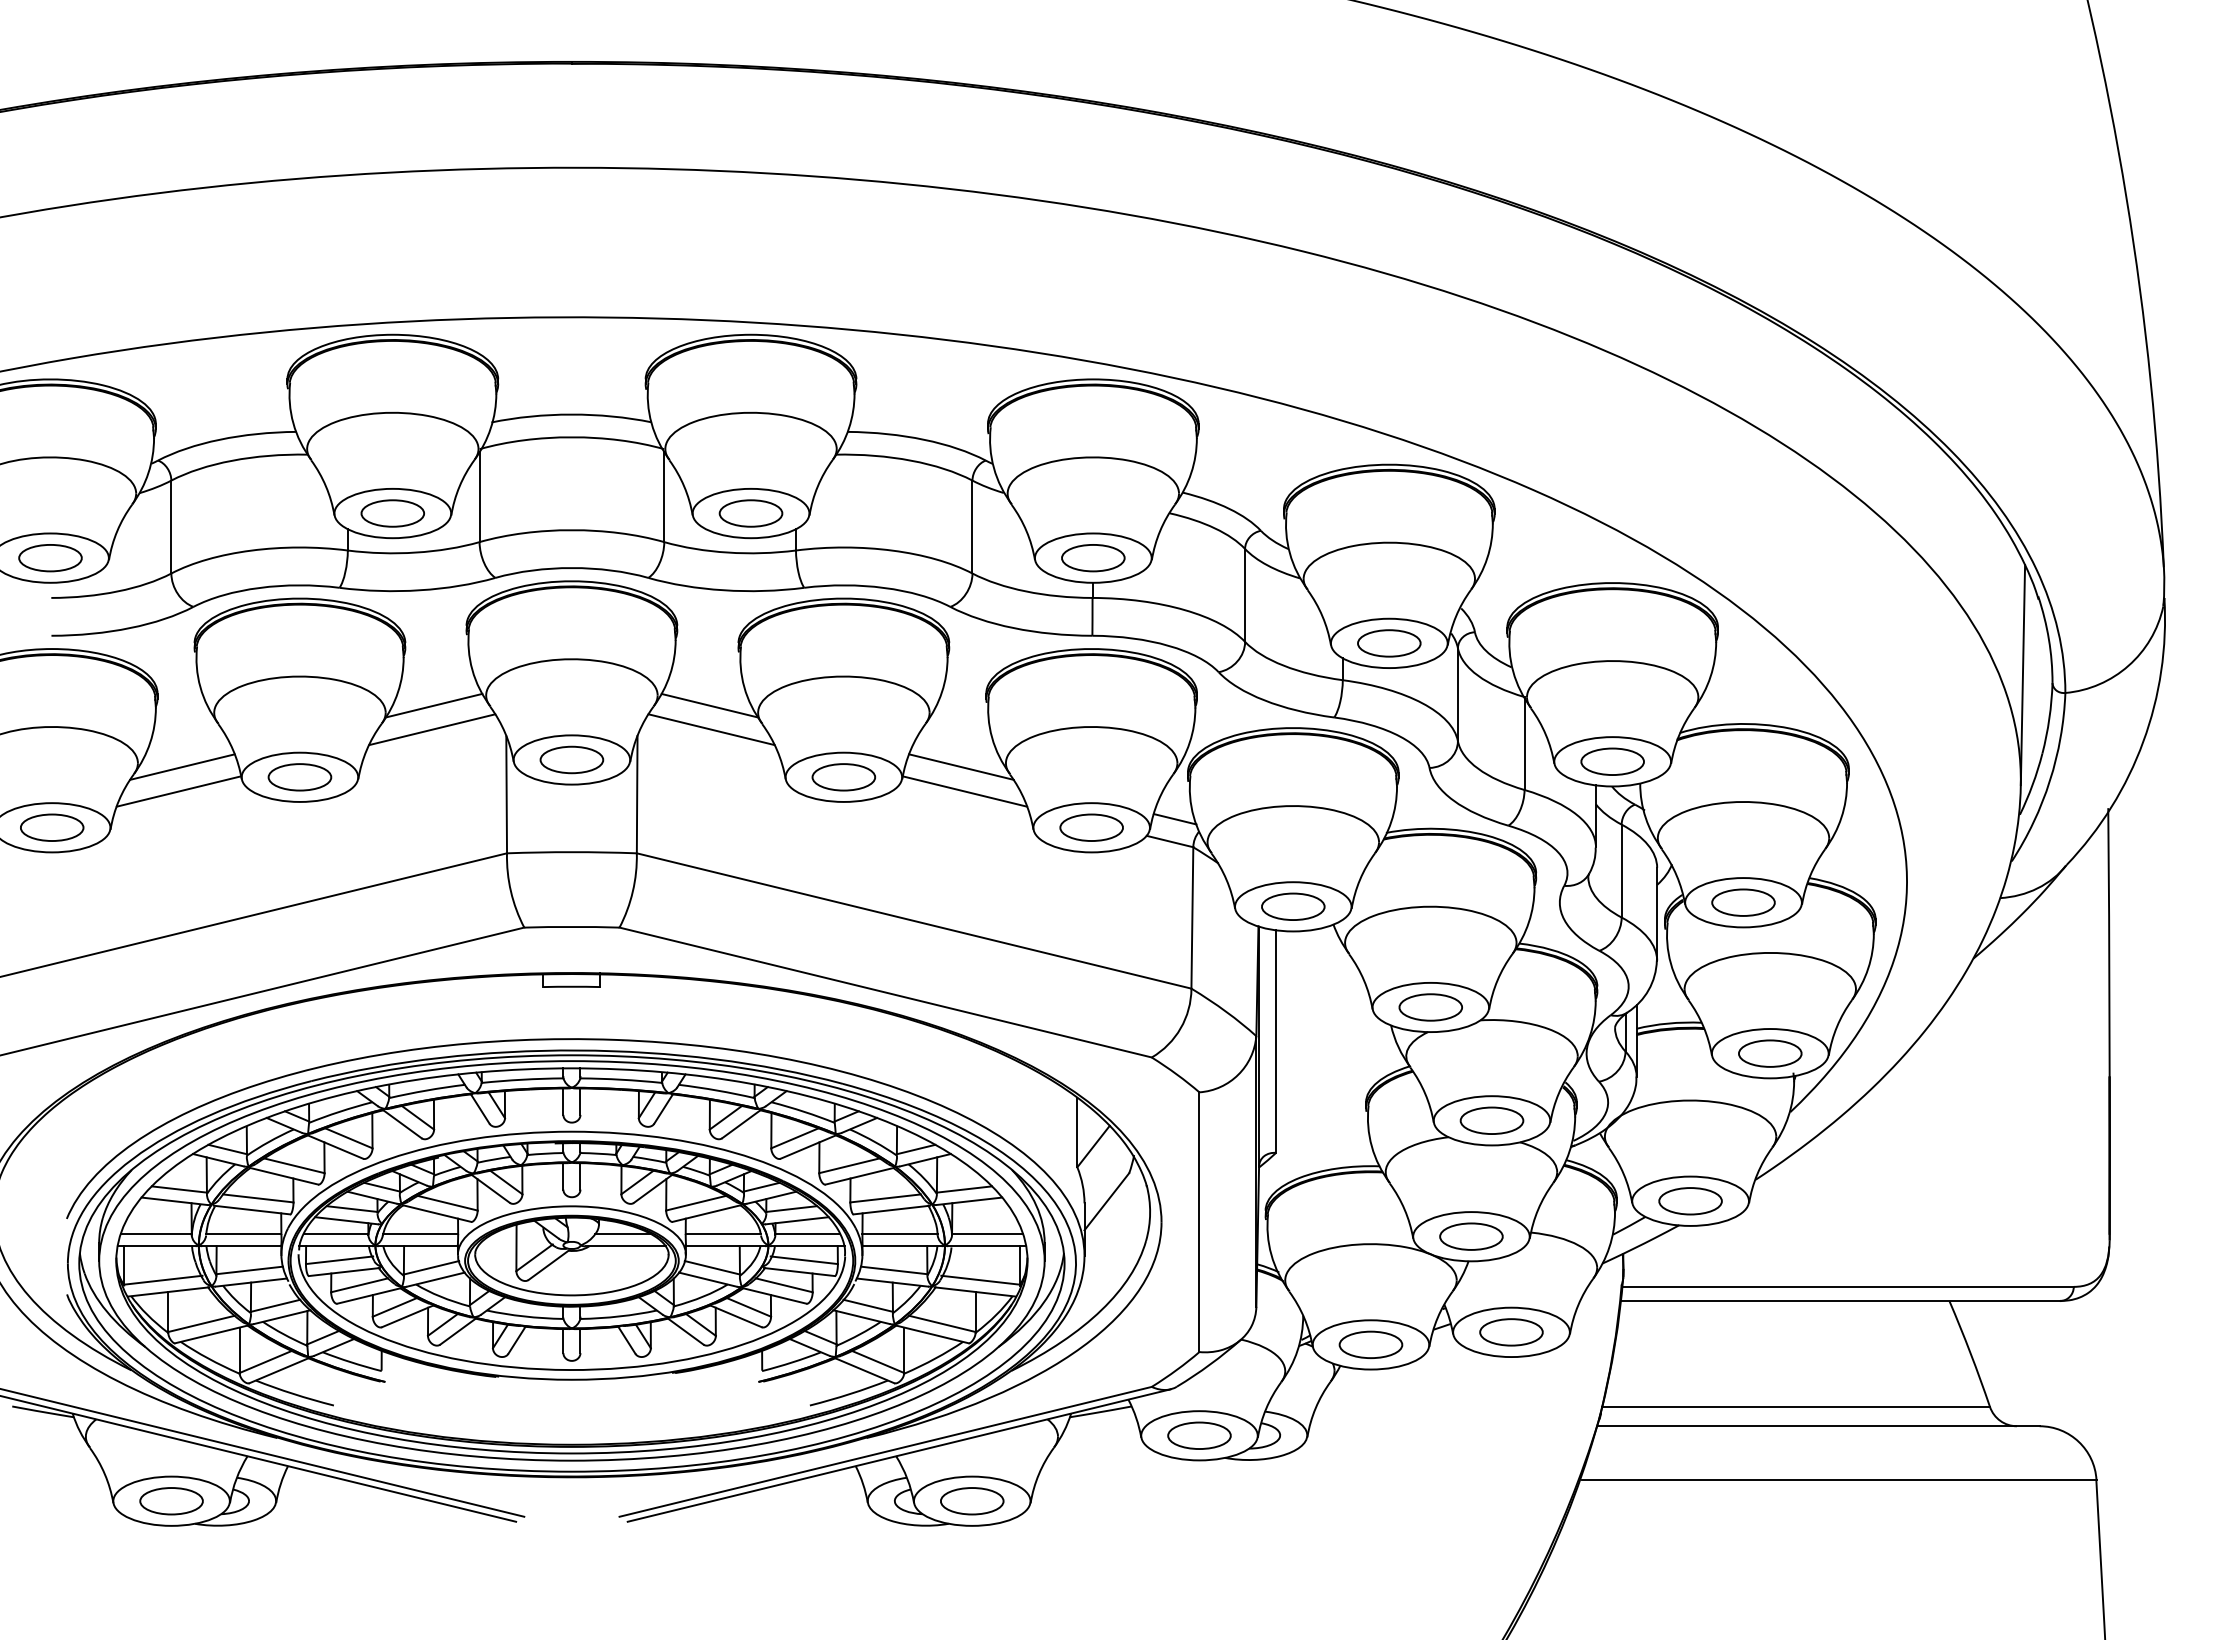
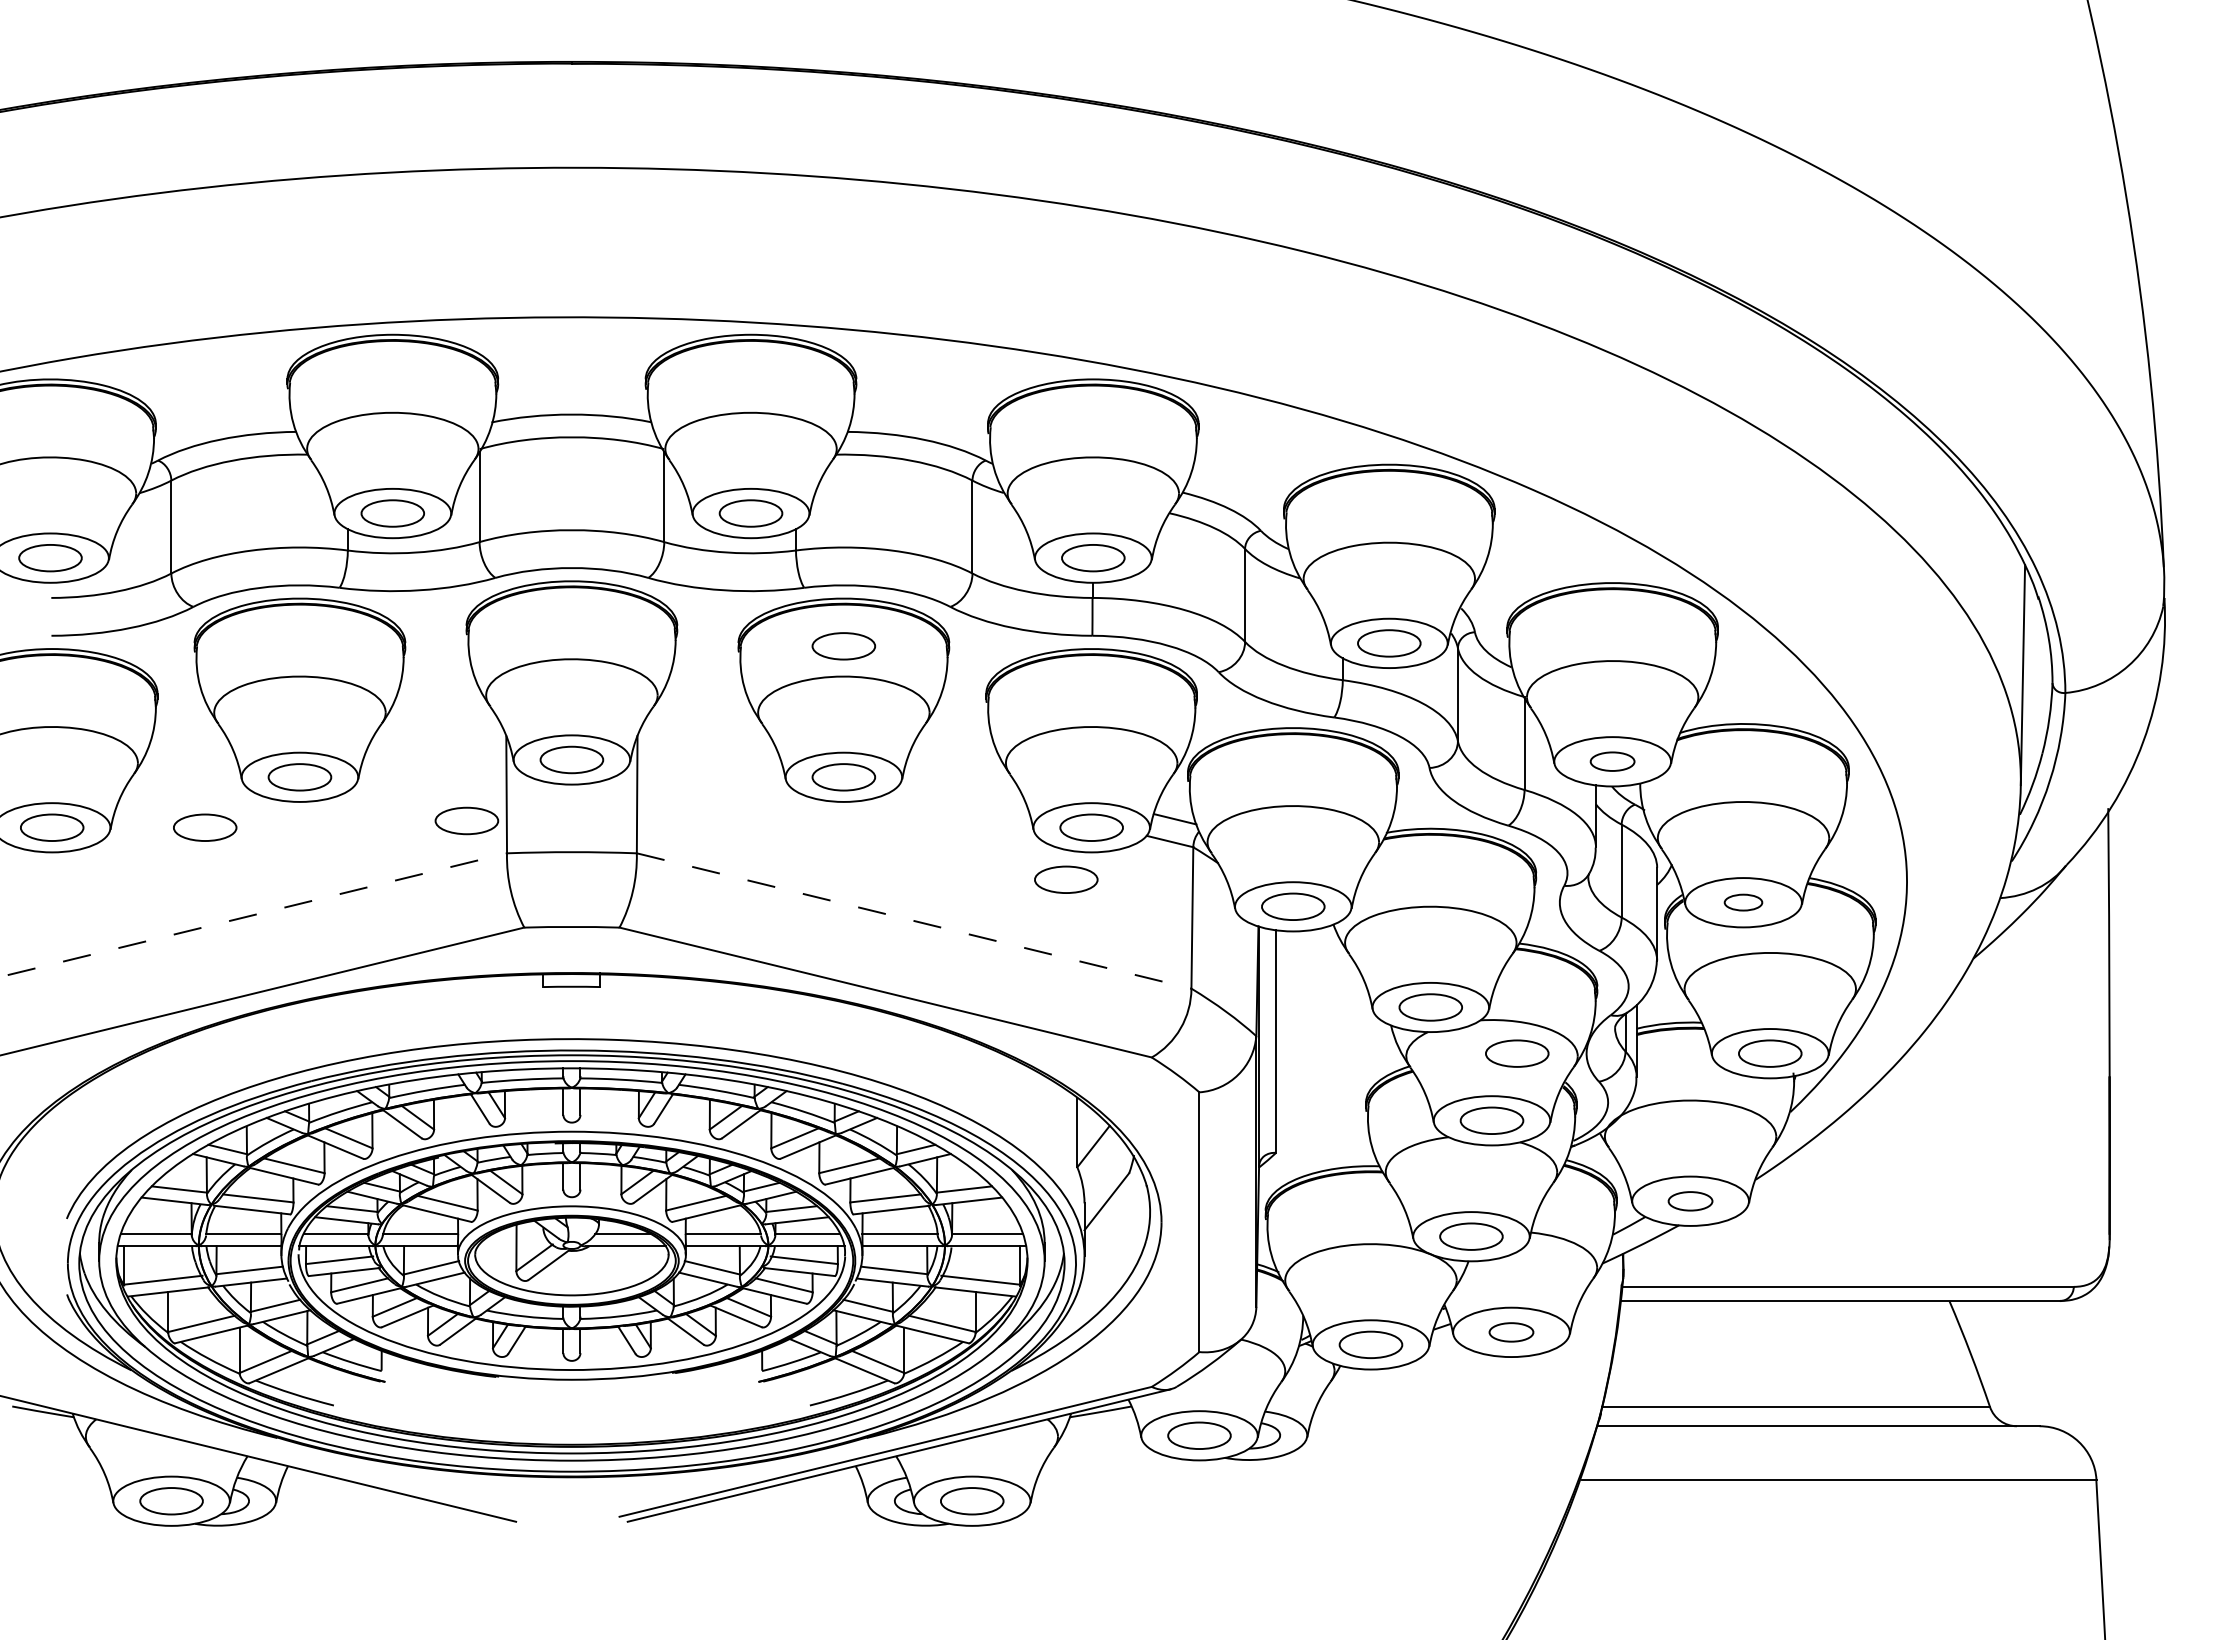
part at (843, 646): none -> present
line at (433, 705): present -> none
line at (709, 705): present -> none
line at (432, 729): present -> none
line at (711, 729): present -> none
part at (1612, 761) size: 65x29 px -> 47x21 px
line at (182, 766): present -> none
line at (961, 766): present -> none
line at (178, 791): present -> none
line at (964, 791): present -> none
part at (466, 820): none -> present
part at (205, 827): none -> present
part at (1066, 879): none -> present
part at (1743, 902) size: 65x29 px -> 41x19 px
line at (253, 915): solid -> dashed
line at (914, 921): solid -> dashed
part at (1517, 1053): none -> present
part at (1690, 1201) size: 65x29 px -> 47x21 px
part at (1511, 1332) size: 65x29 px -> 47x21 px
line at (263, 1452): present -> none
